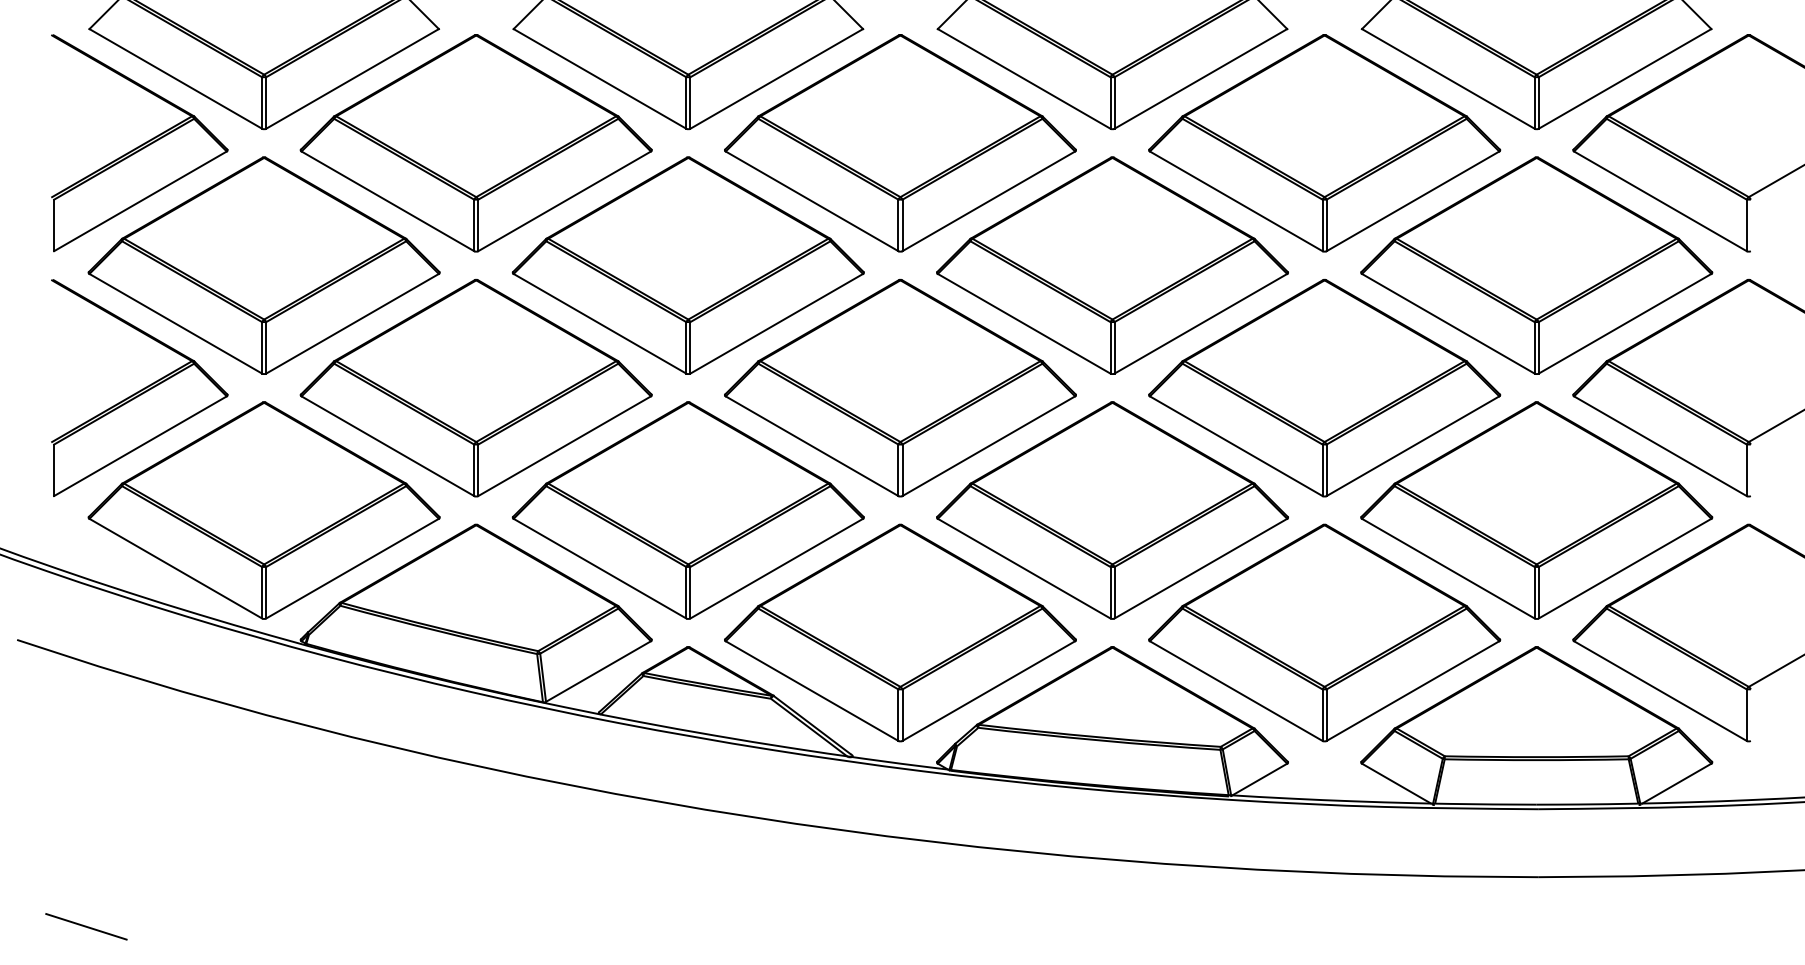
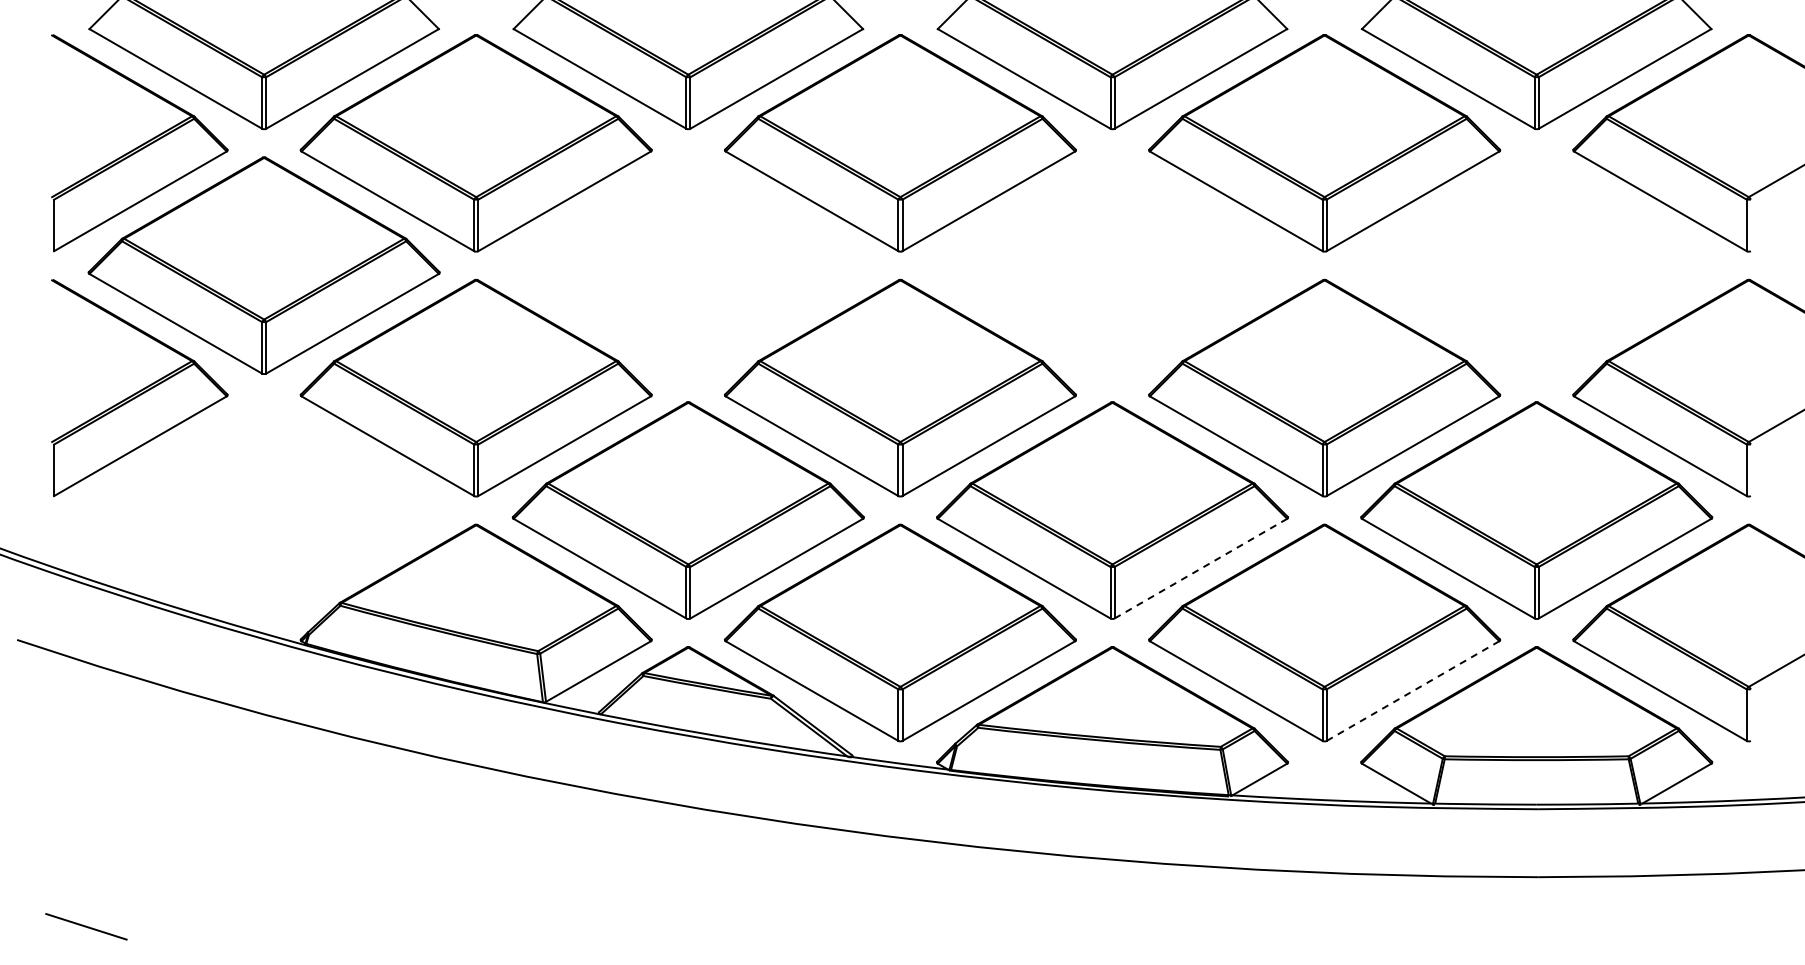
part at (687, 265): present -> none
part at (1112, 265): present -> none
part at (1536, 265): present -> none
part at (263, 510): present -> none
line at (1200, 568): solid -> dashed
line at (1413, 691): solid -> dashed
